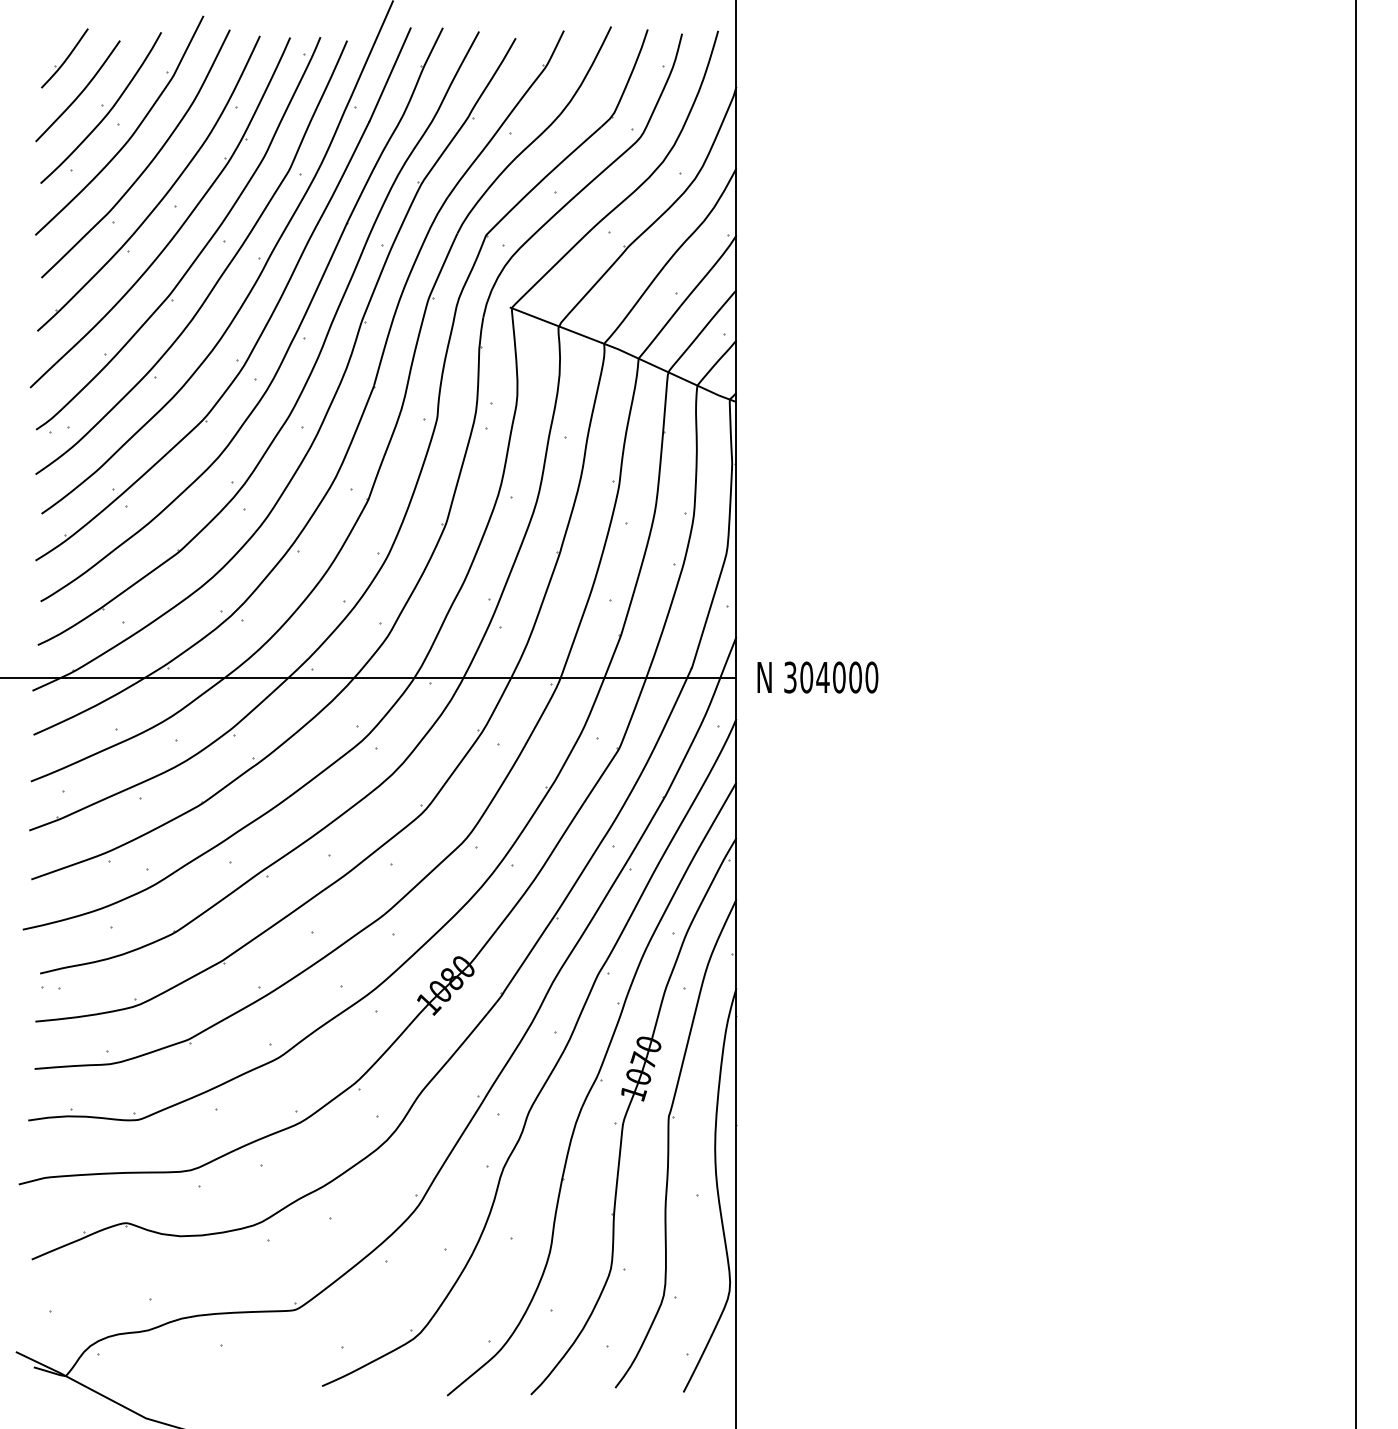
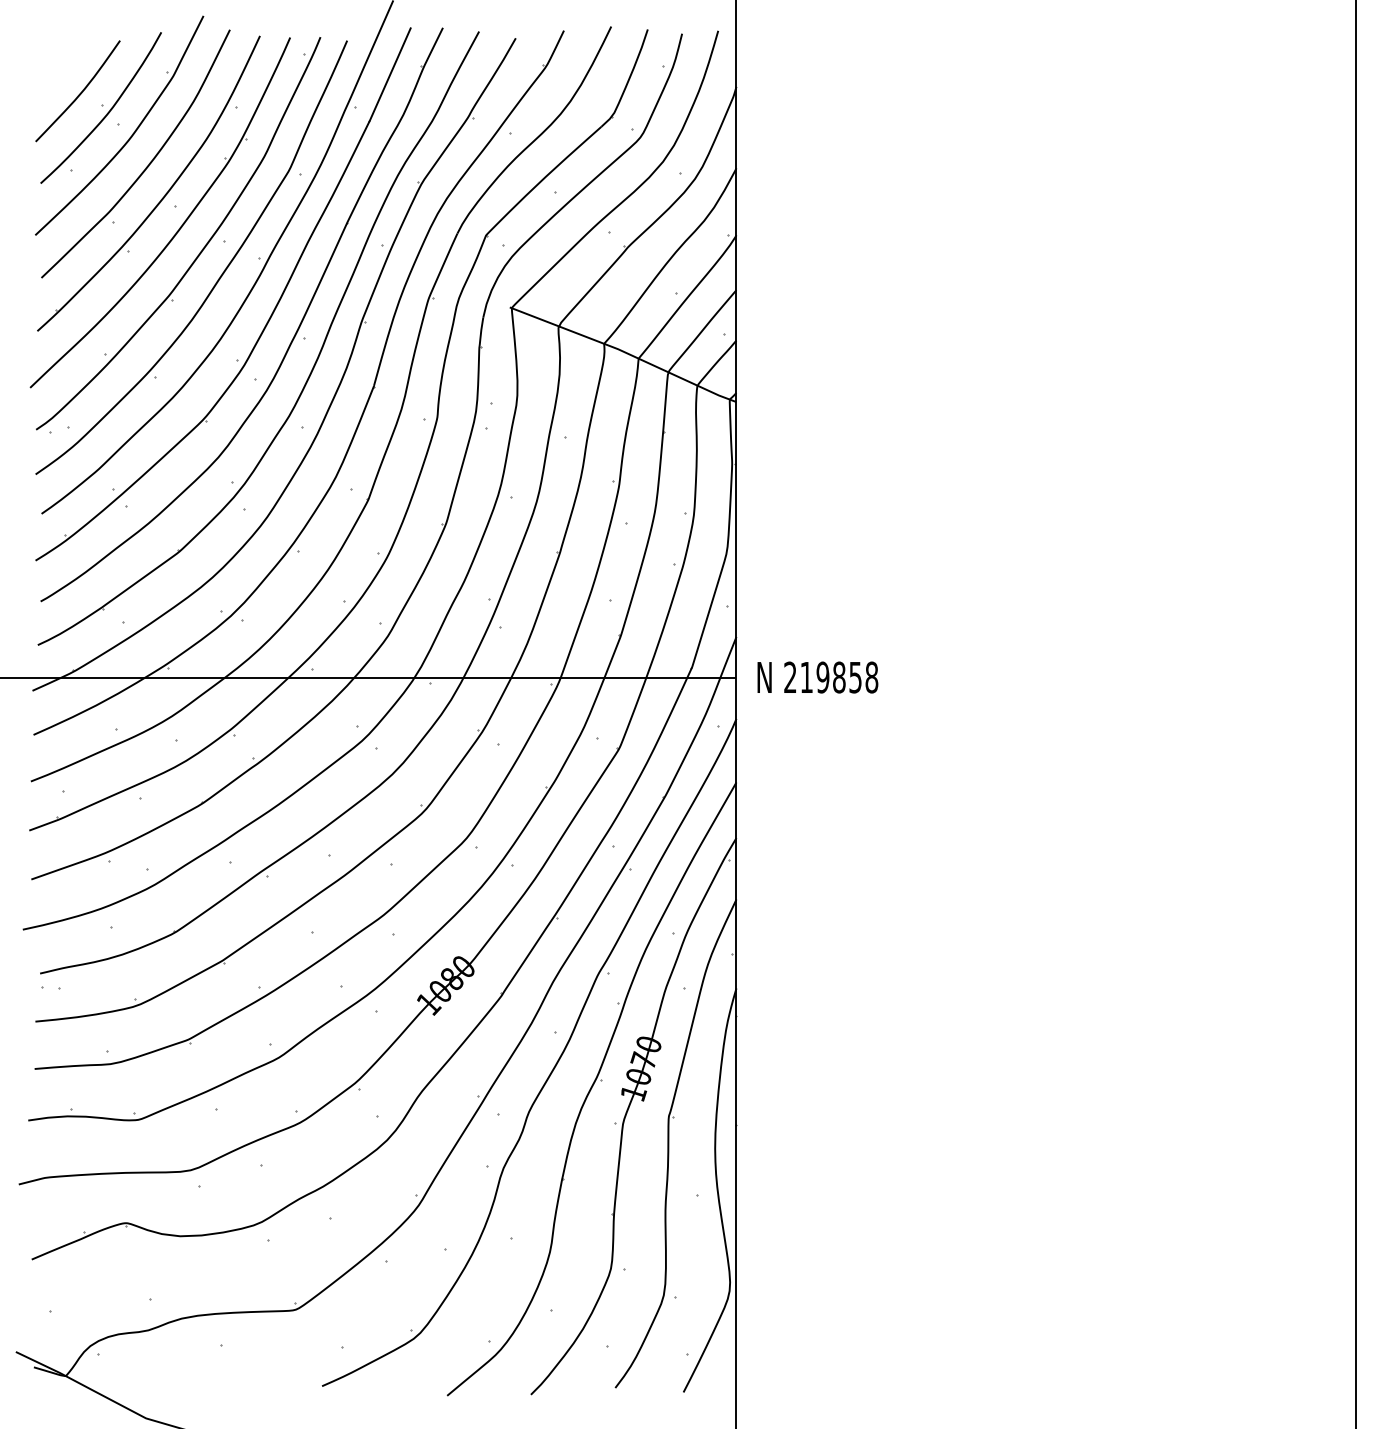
part at (64, 58): present -> none
text at (831, 677): 304000 -> 219858
